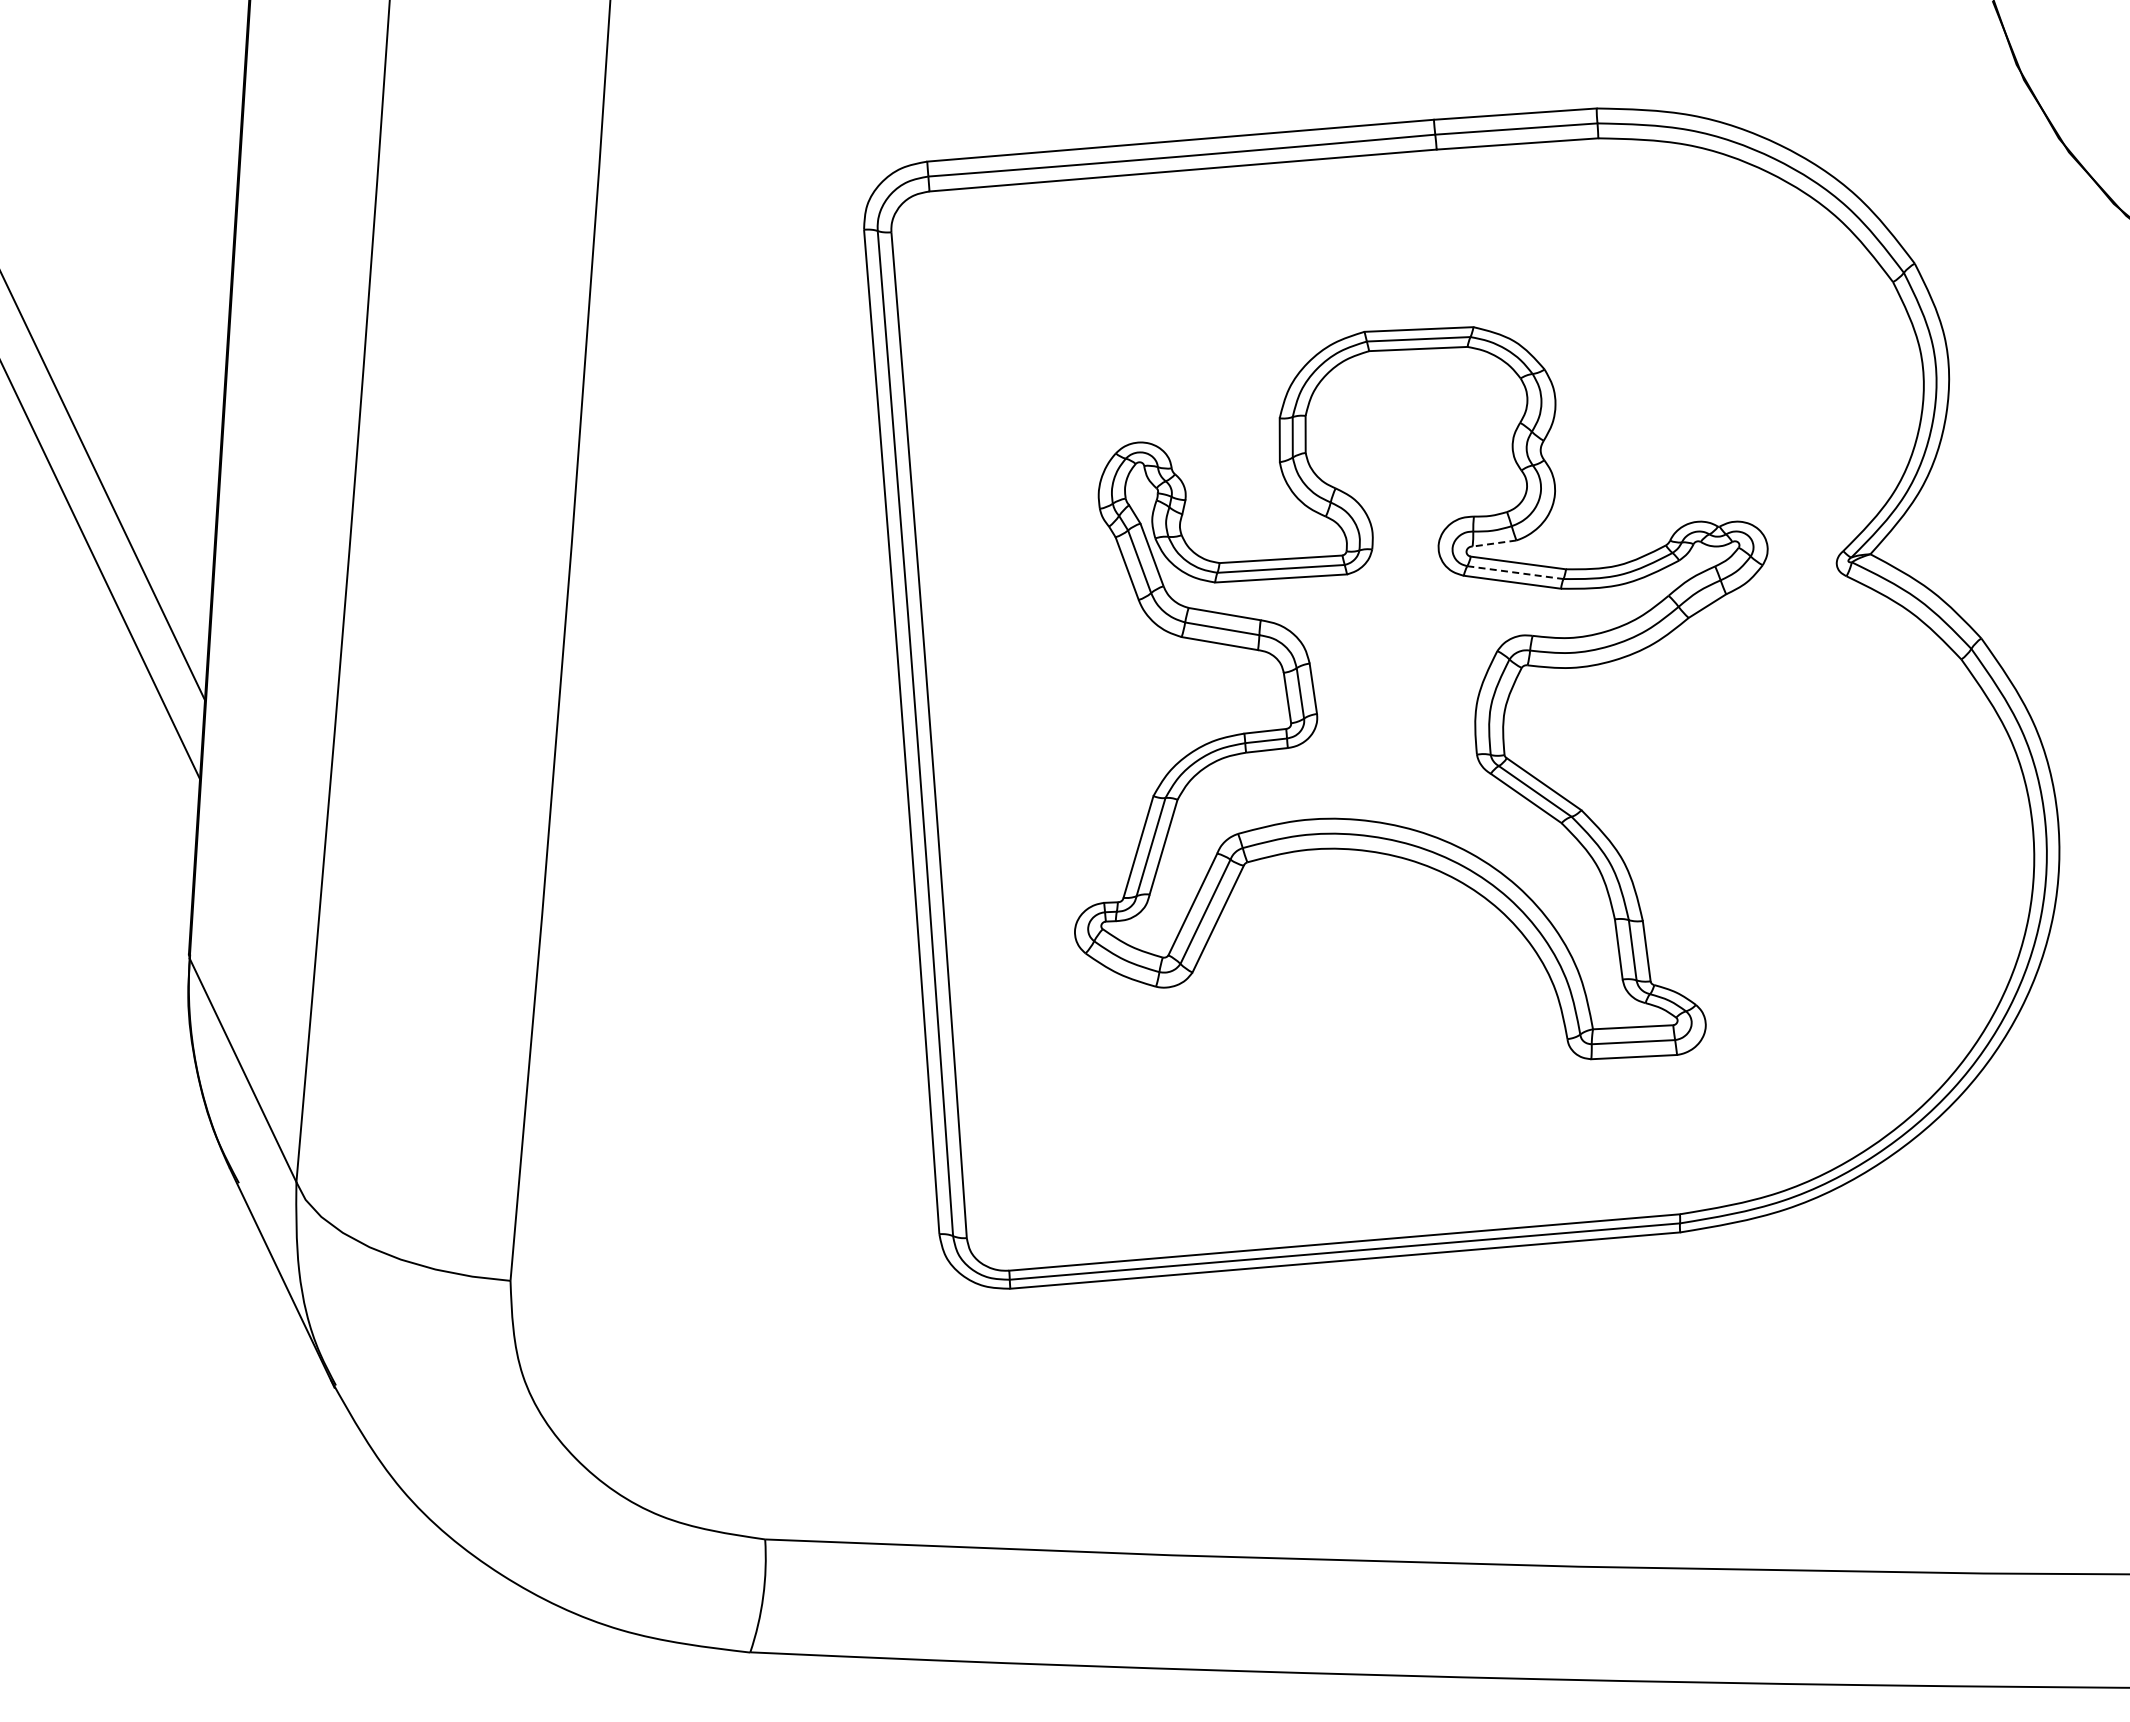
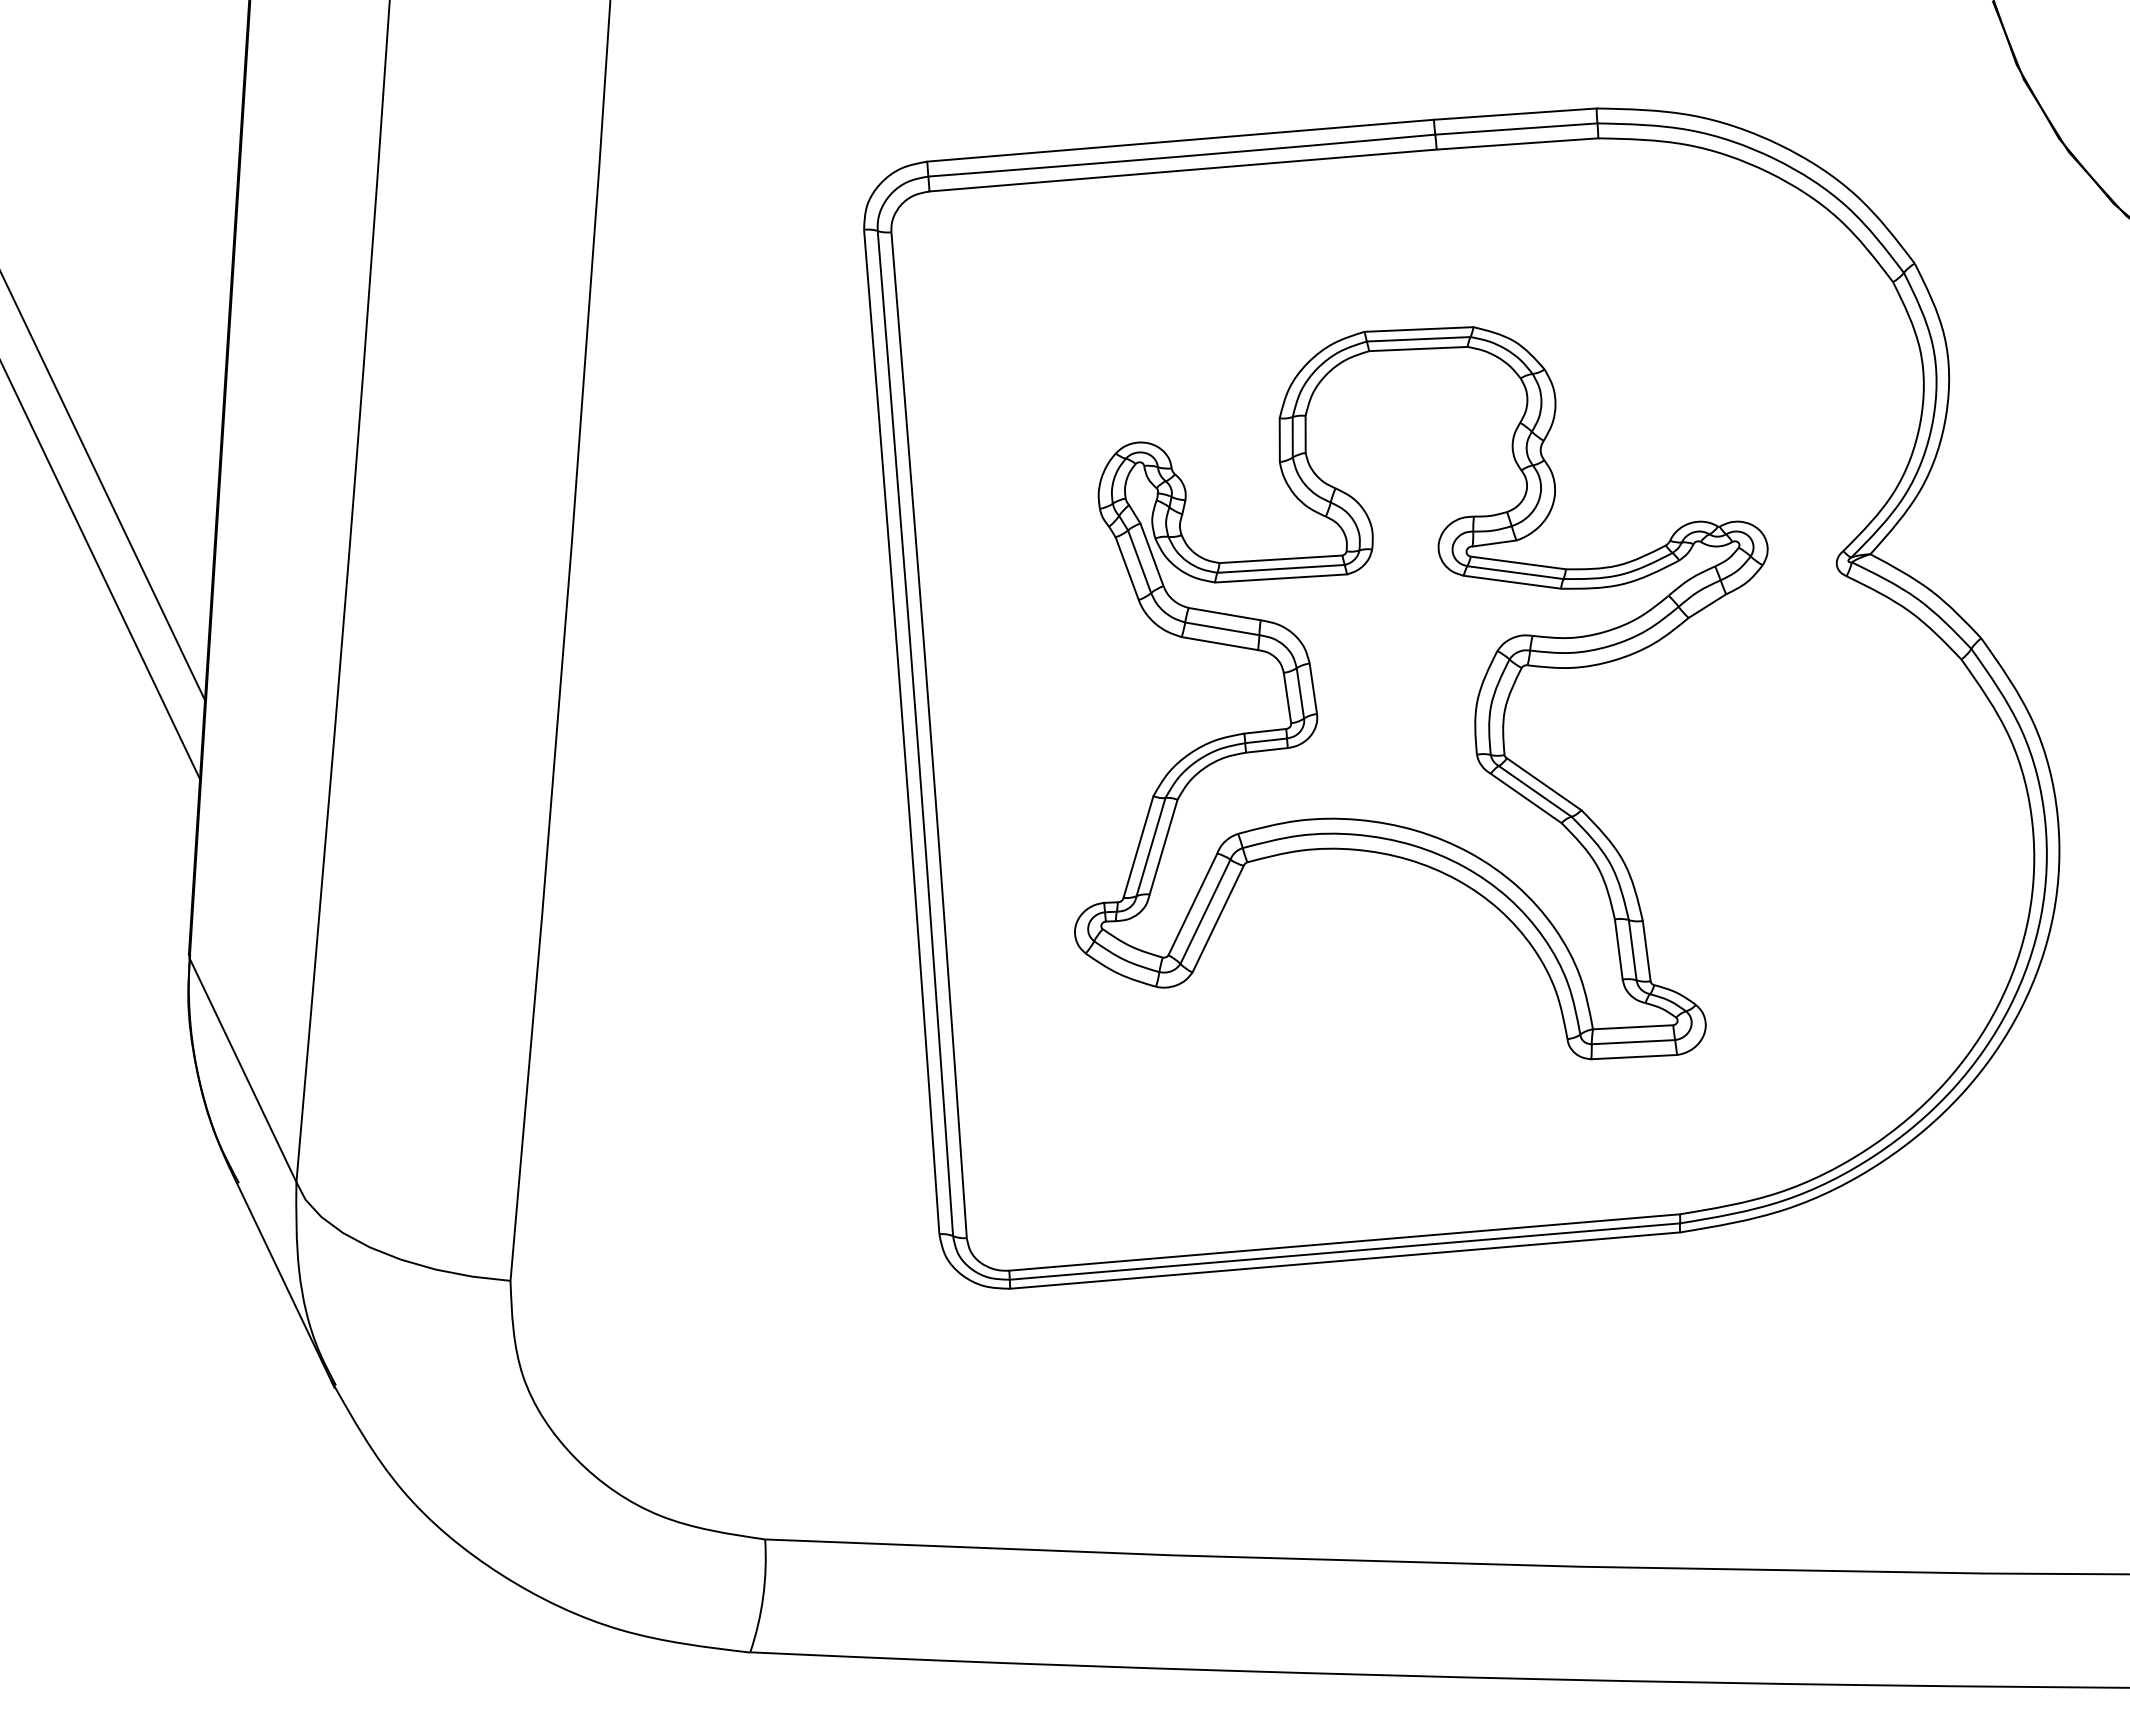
line at (1494, 543): dashed -> solid
line at (1515, 572): dashed -> solid
